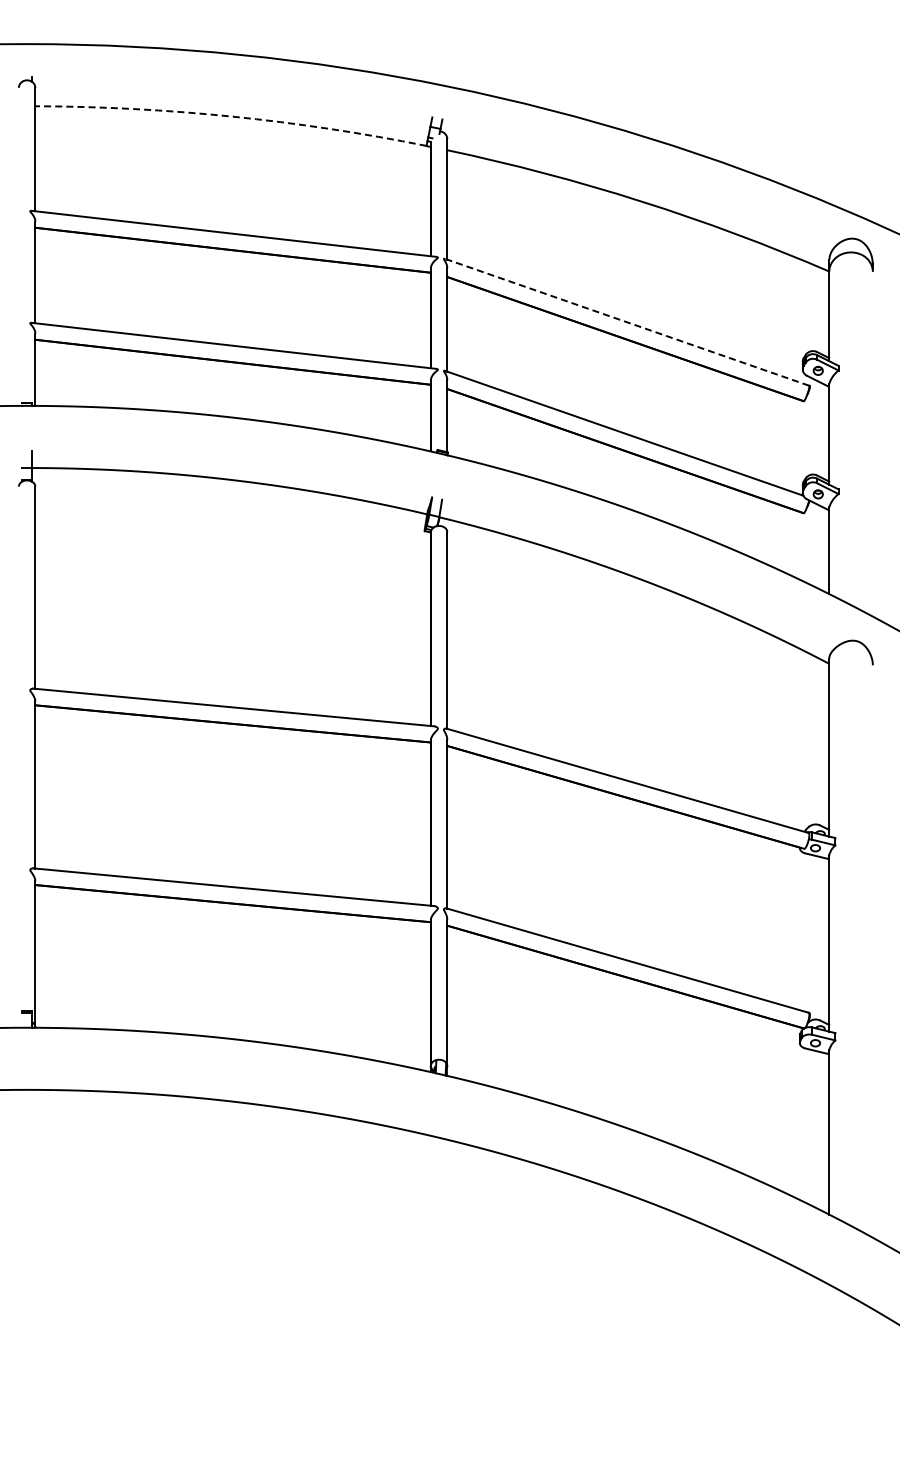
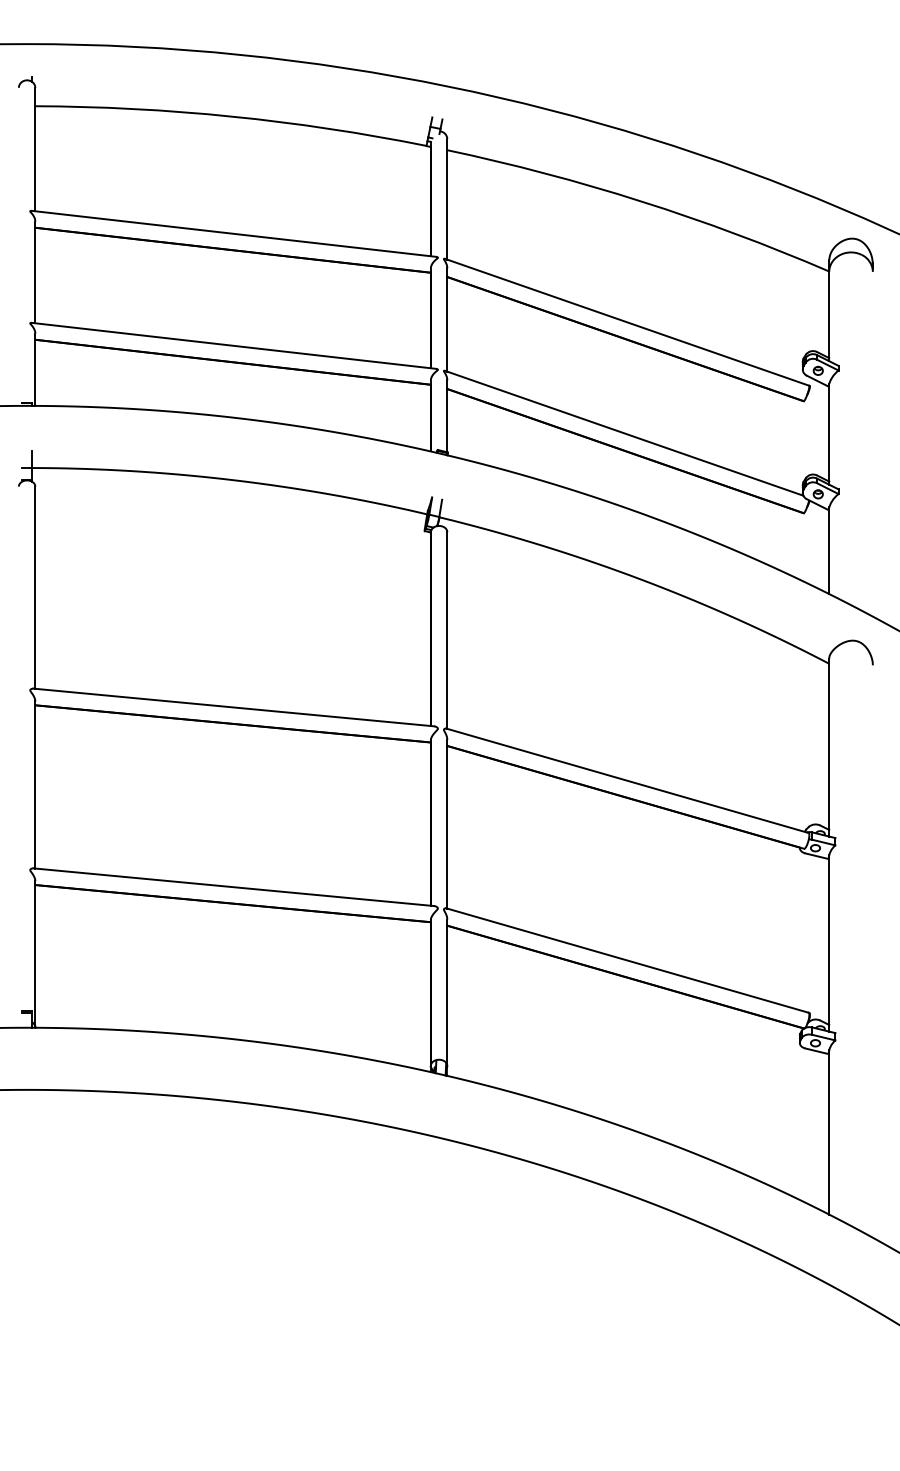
arc at (231, 116): dashed -> solid
line at (627, 322): dashed -> solid
